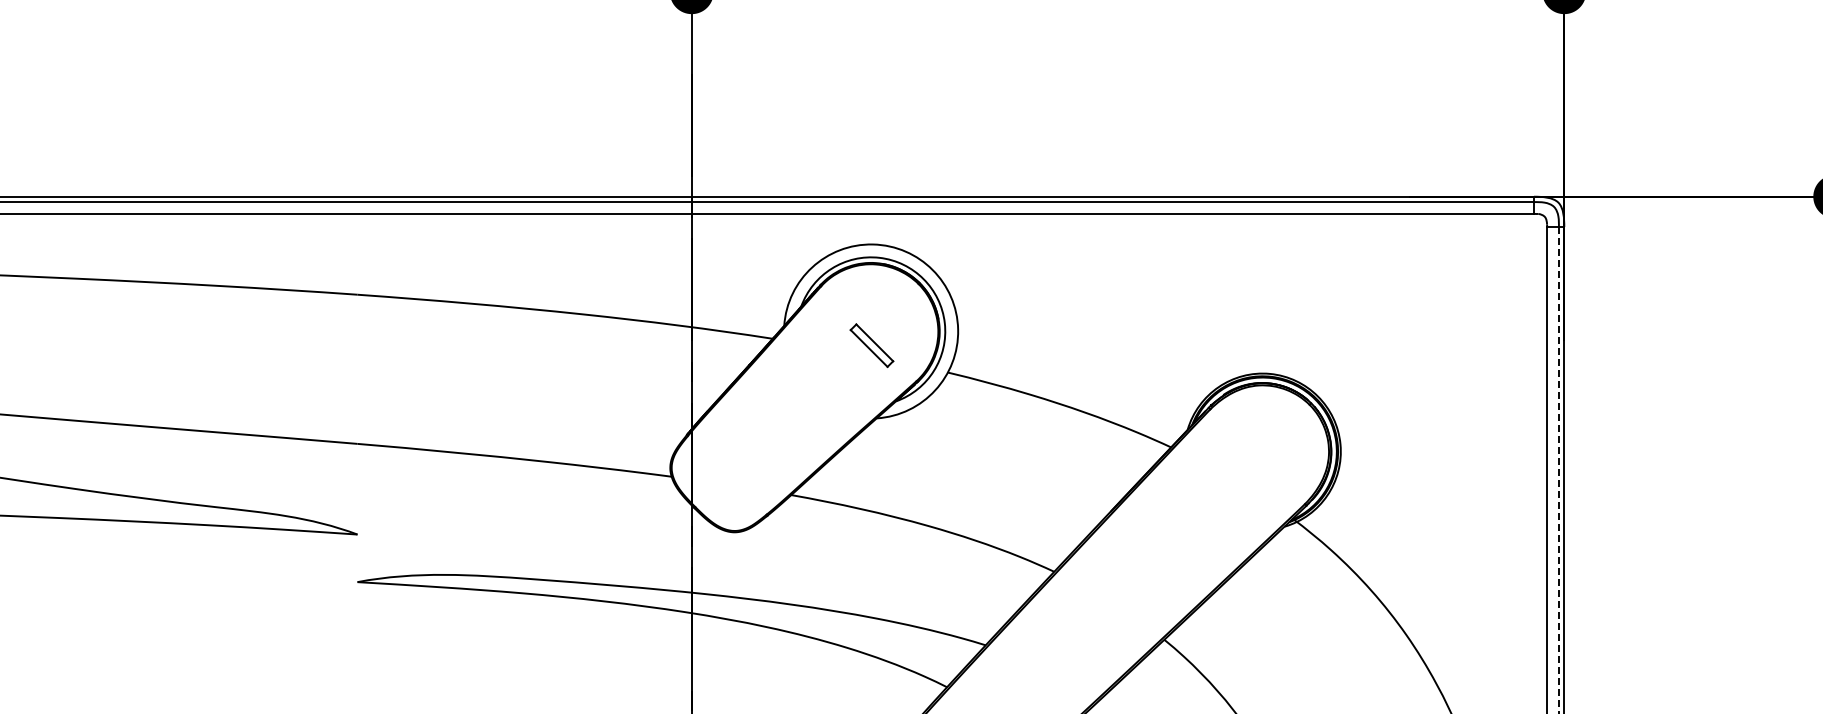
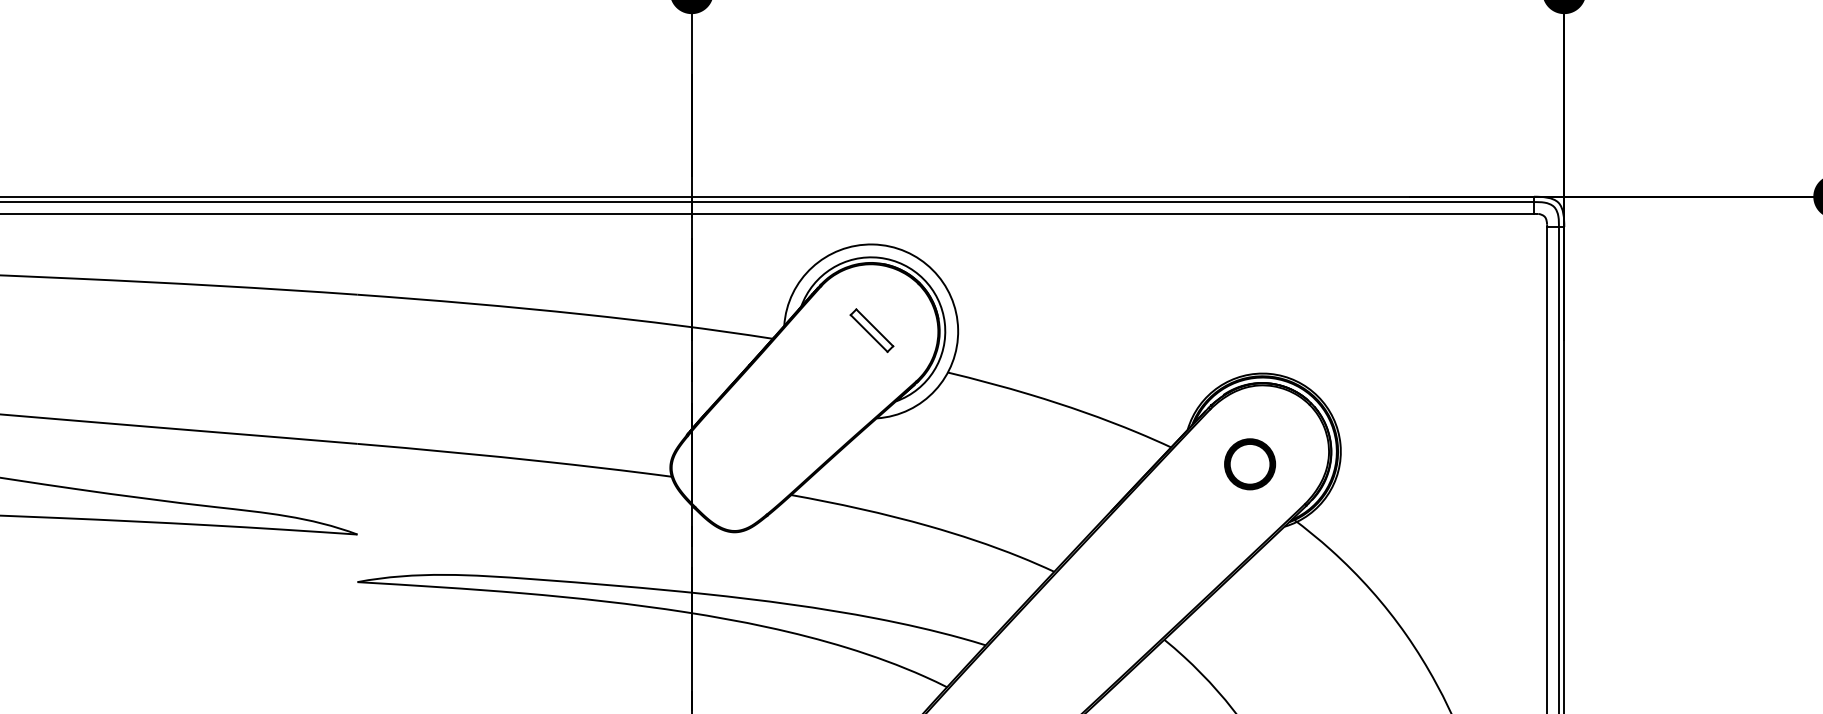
part at (871, 345) position: (871, 345) -> (871, 330)
part at (1250, 464): none -> present
line at (1558, 471): dashed -> solid
